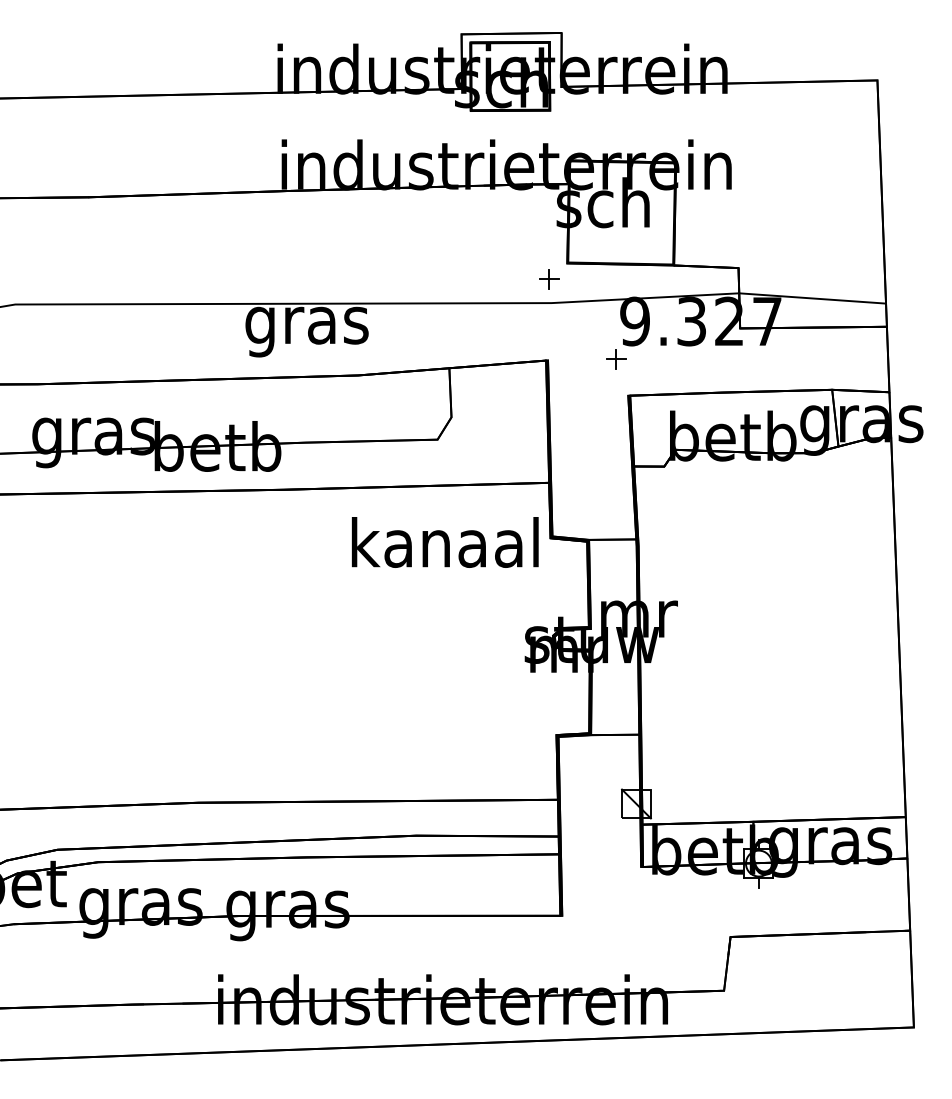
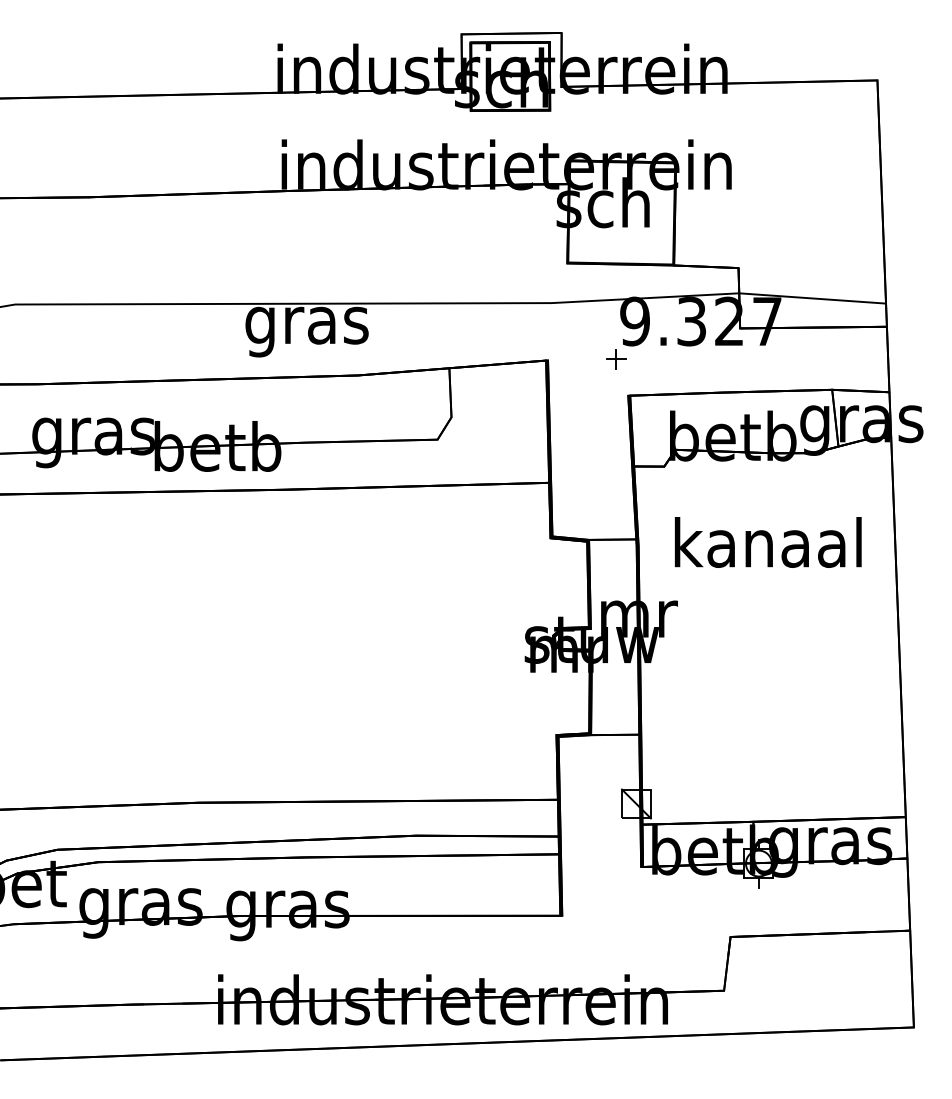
part at (549, 279): present -> none
text at (445, 542) position: (445, 542) -> (768, 542)
